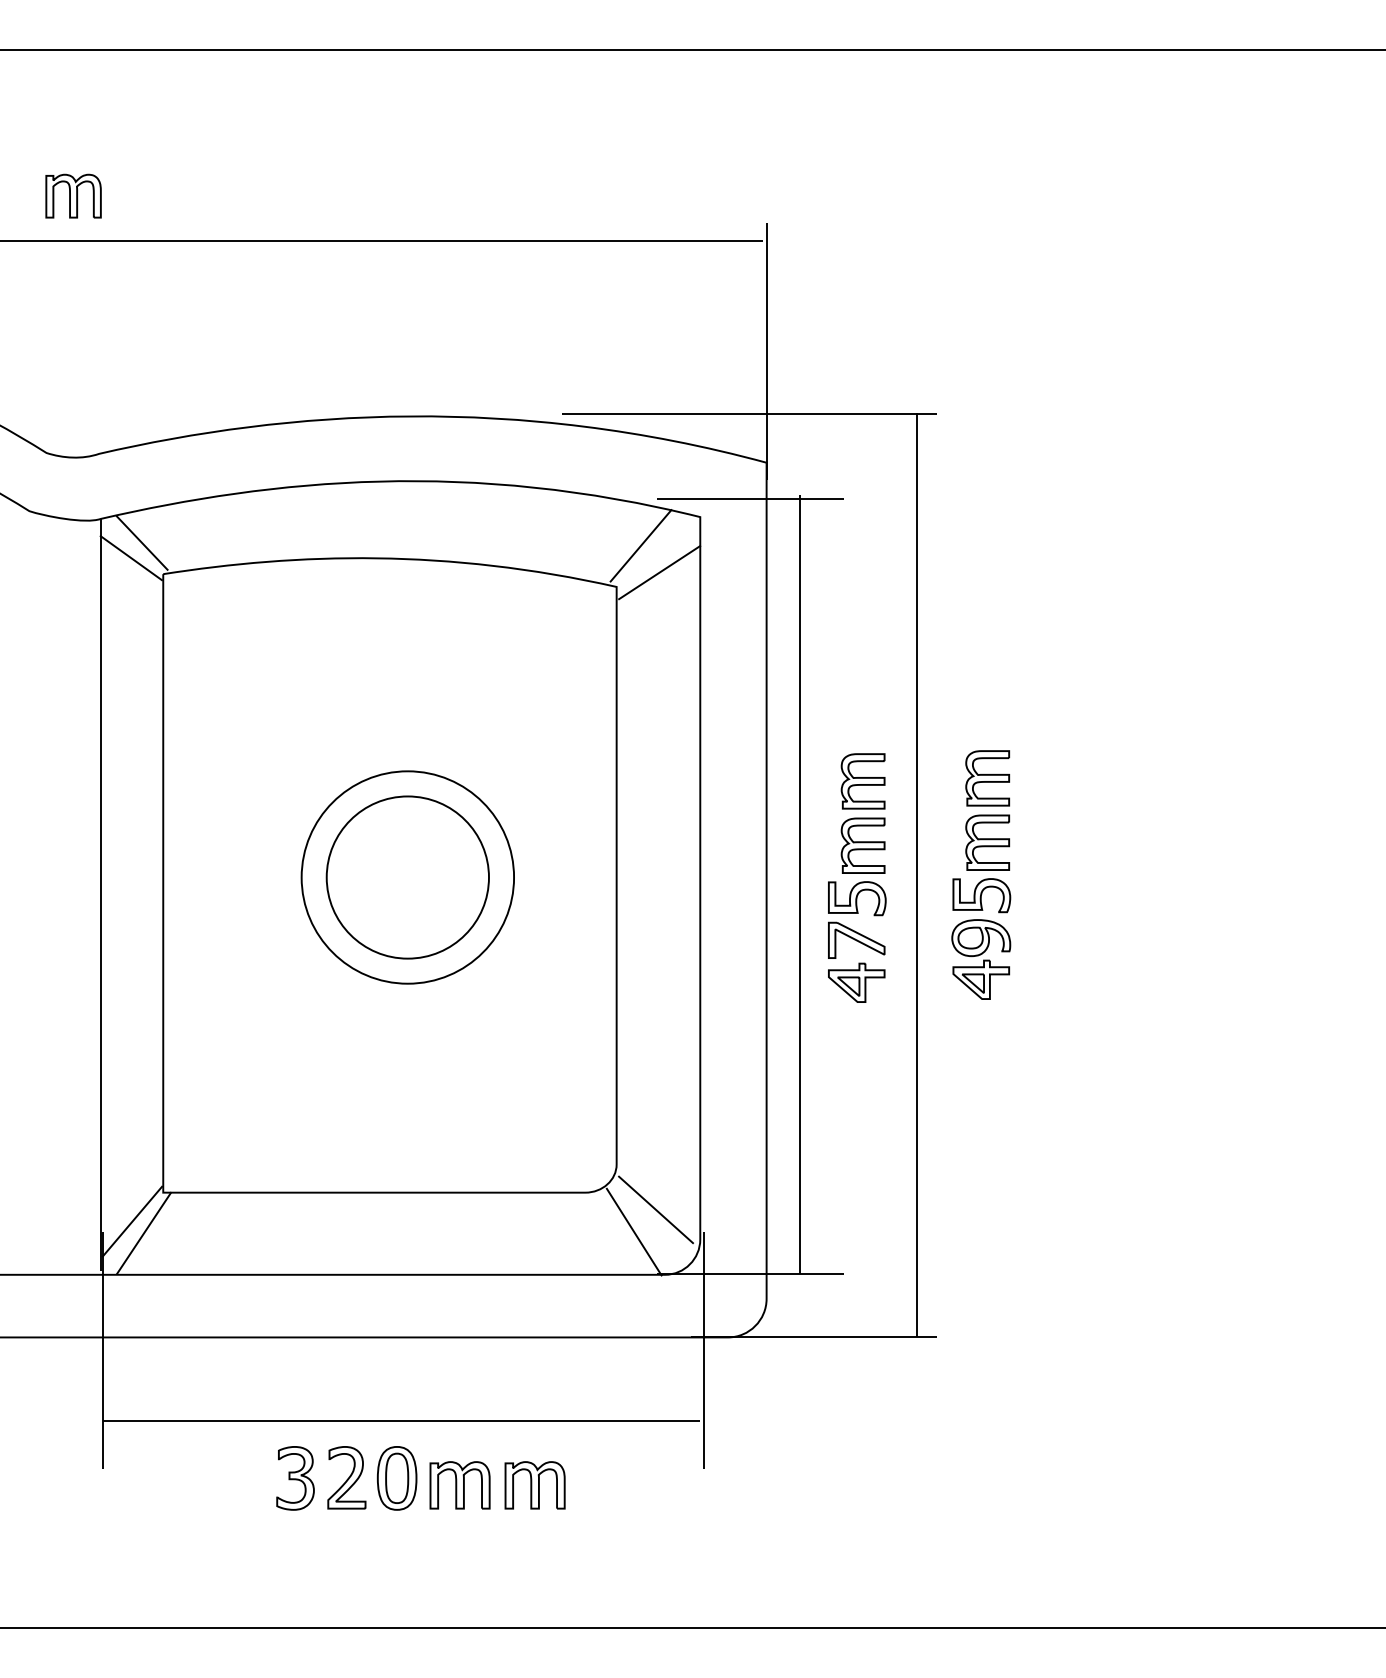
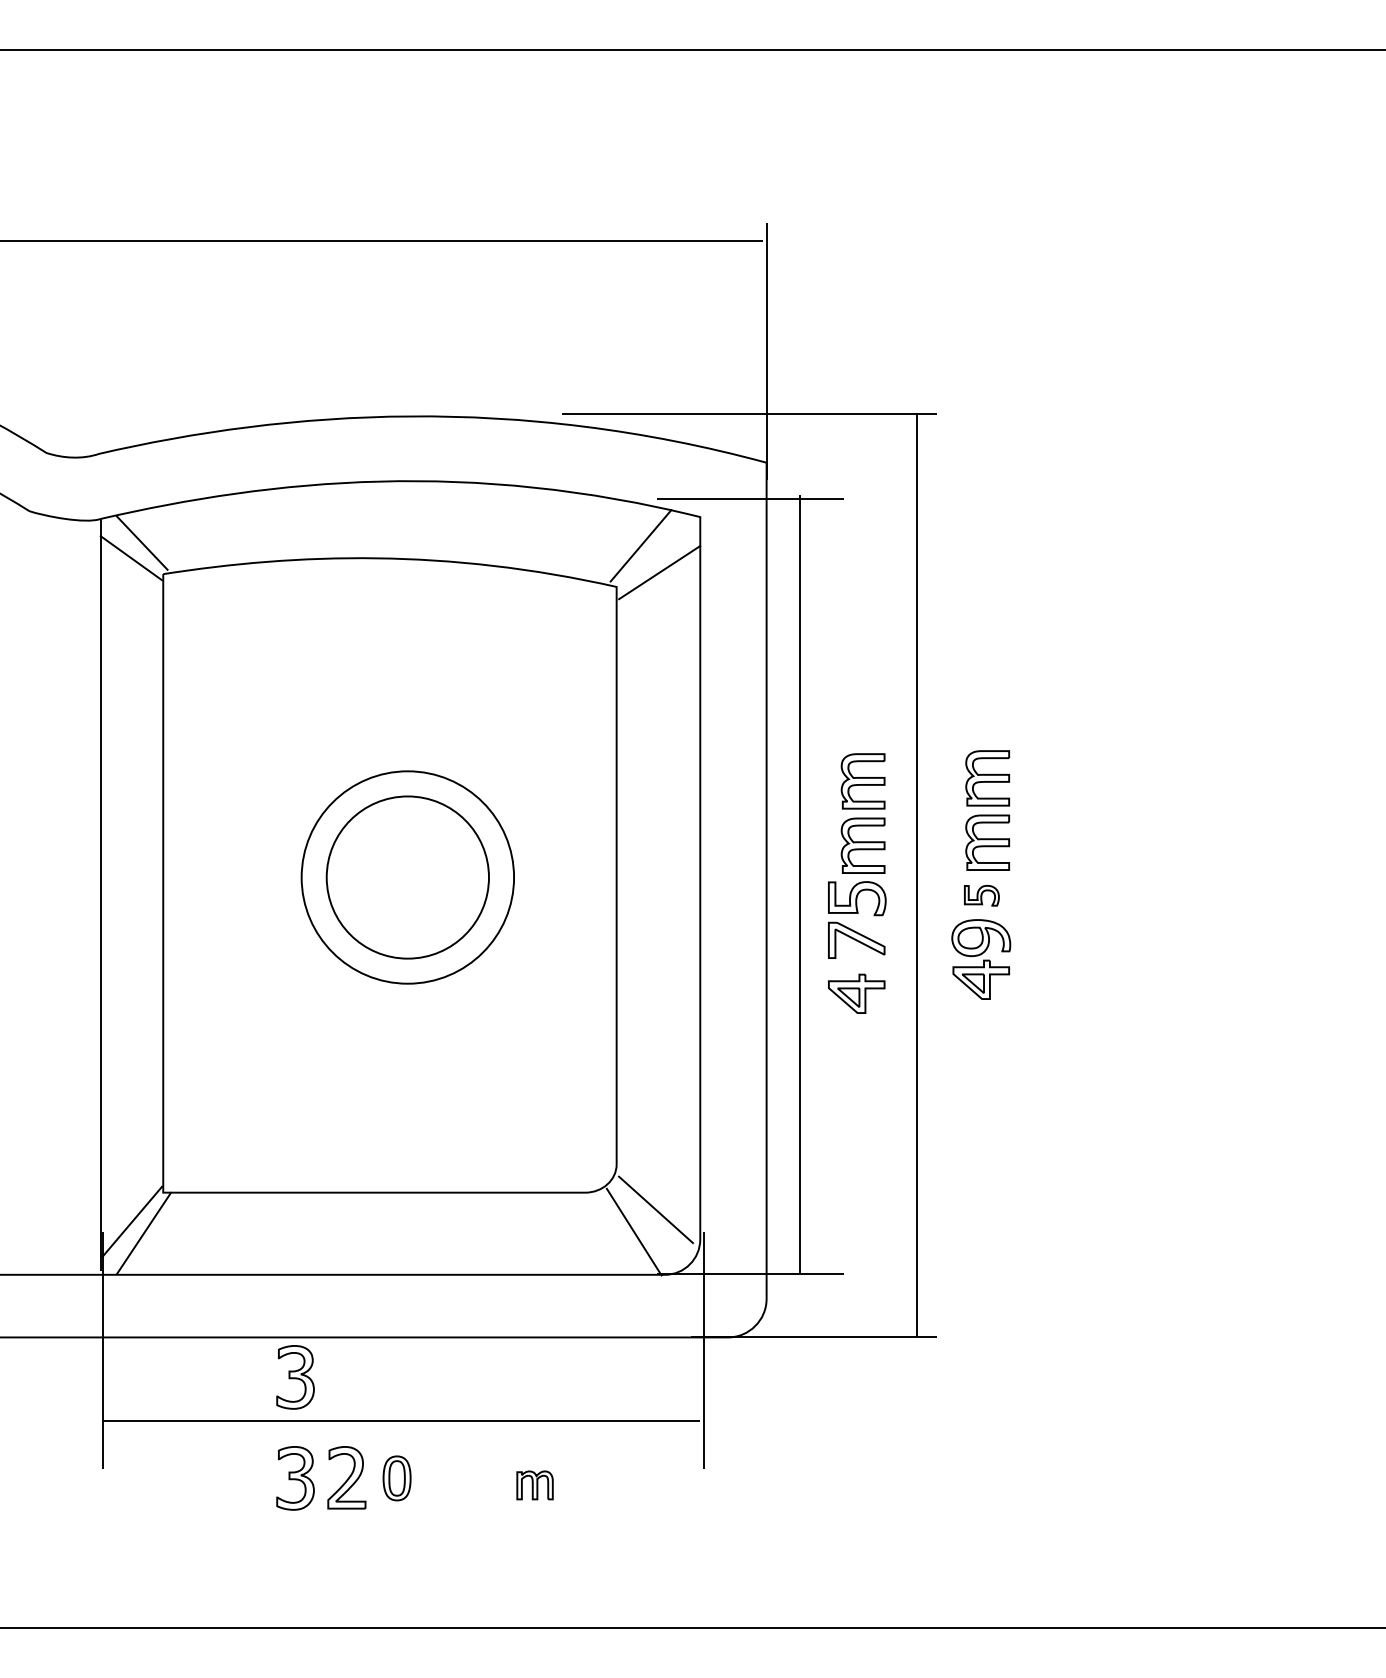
part at (73, 195): present -> none
part at (981, 895) size: 60x36 px -> 36x23 px
part at (856, 982) position: (856, 982) -> (856, 993)
part at (295, 1377): none -> present
part at (396, 1478) size: 42x65 px -> 30x47 px
part at (459, 1485): present -> none
part at (534, 1485) size: 62x49 px -> 38x31 px
